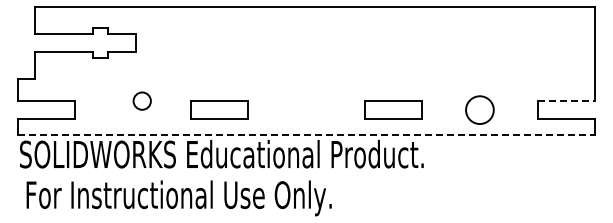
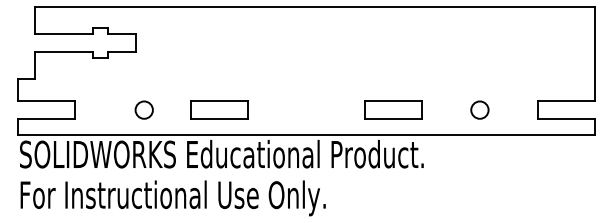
circle at (141, 100) position: (141, 100) -> (143, 109)
line at (566, 101): dashed -> solid
circle at (479, 110) diameter: 28 px -> 17 px
line at (306, 135): dashed -> solid
text at (178, 198) position: (178, 198) -> (172, 198)
